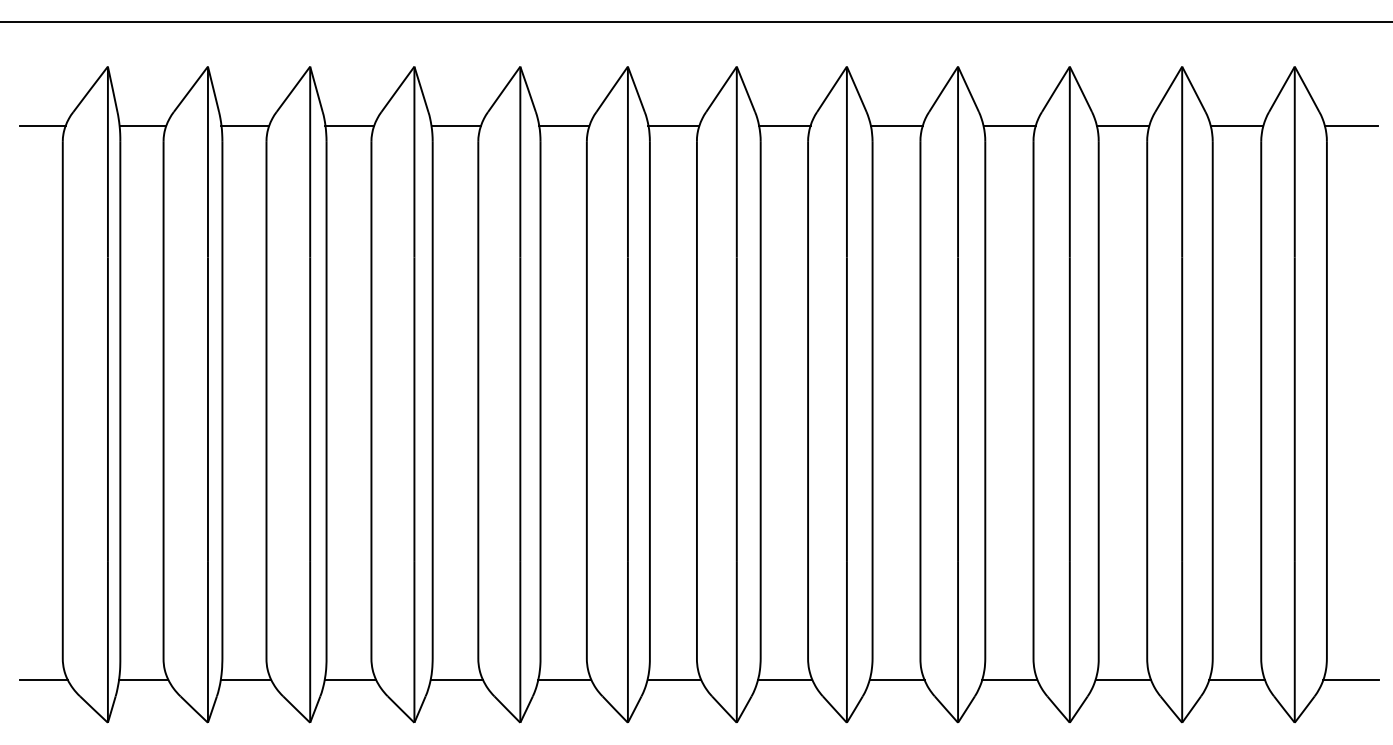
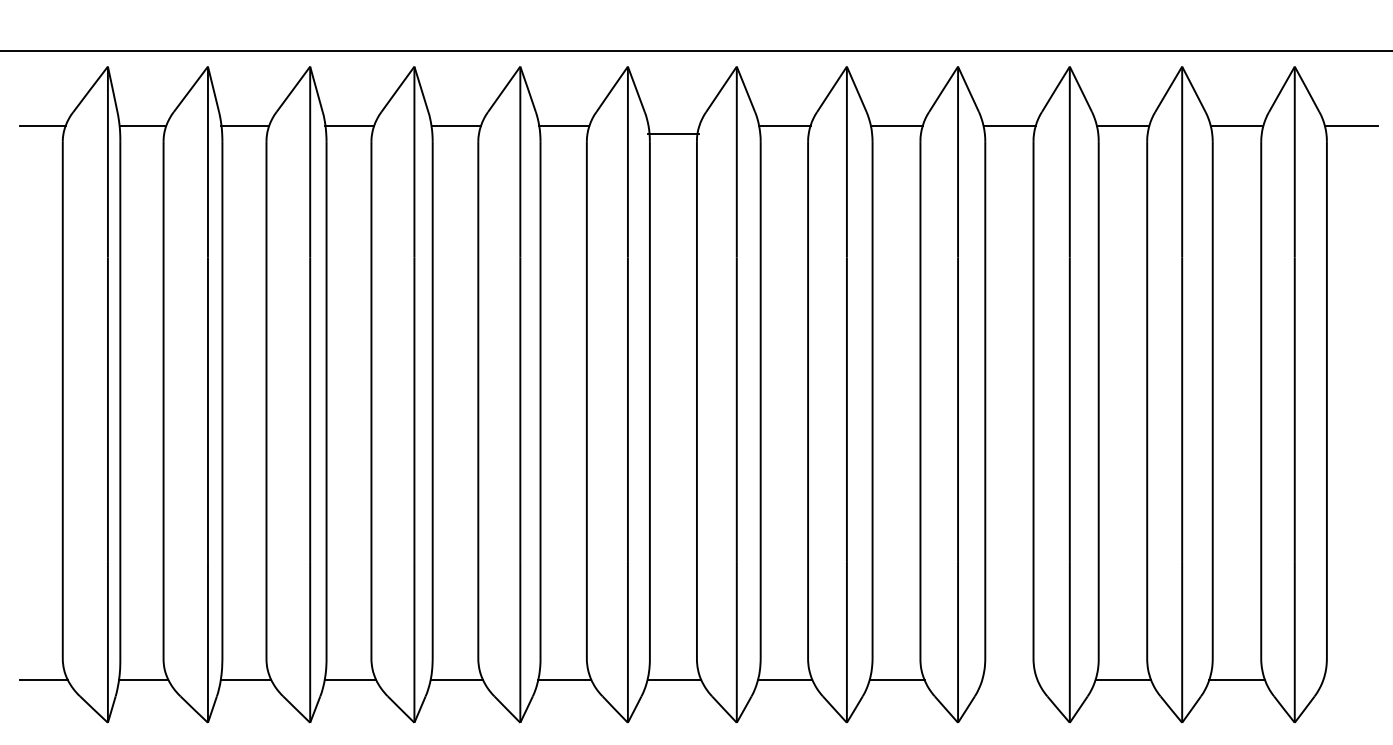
line at (695, 22) position: (695, 22) -> (695, 51)
line at (673, 125) position: (673, 125) -> (673, 133)
line at (1009, 680): present -> none
line at (1351, 680): present -> none
